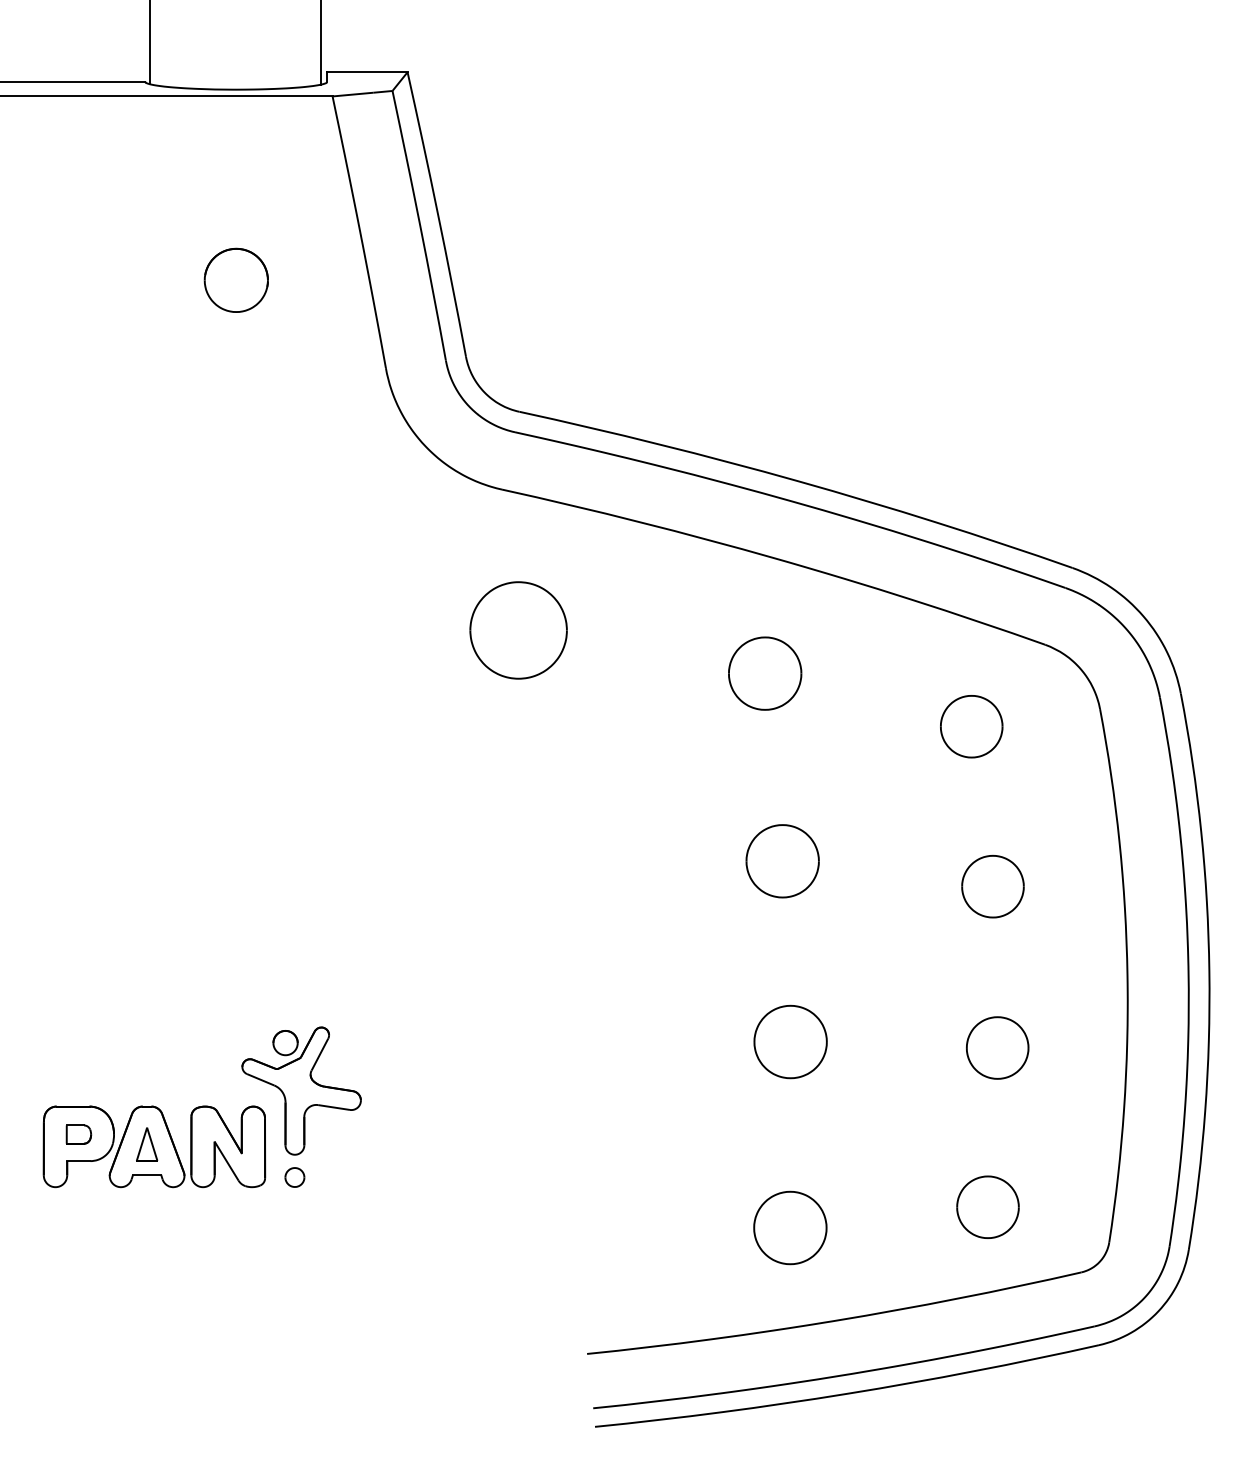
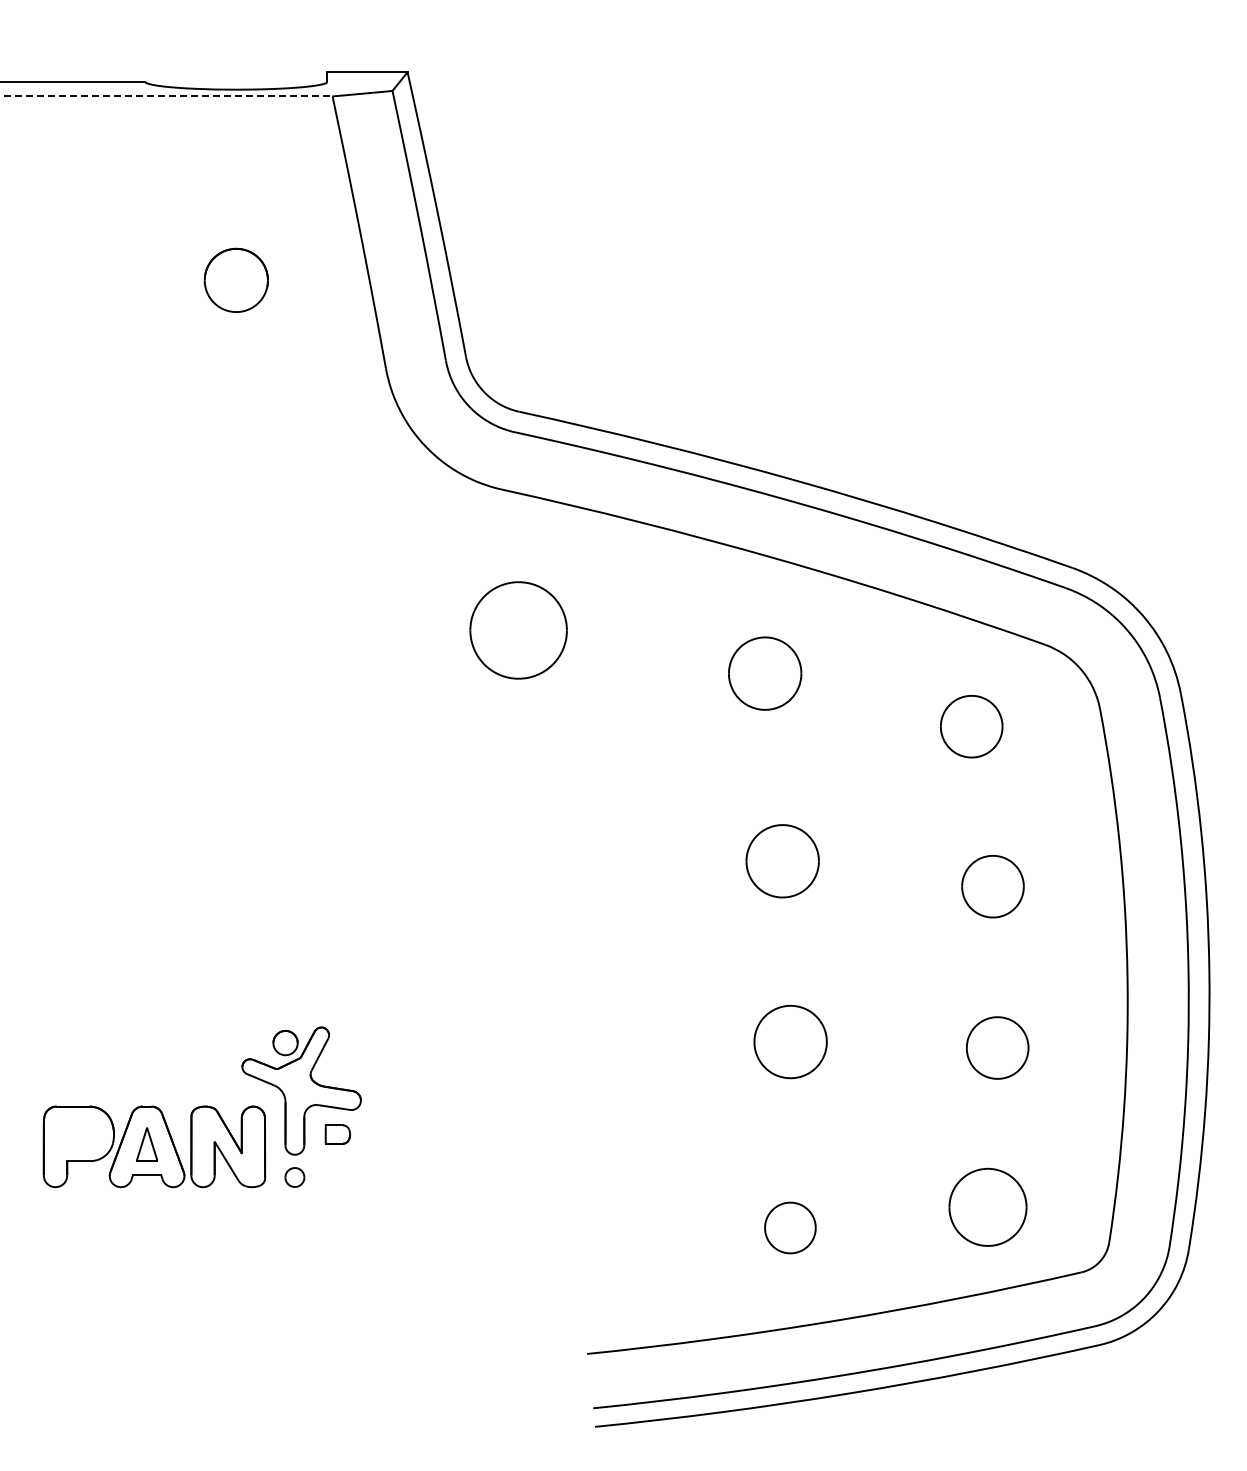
line at (149, 43): present -> none
line at (321, 43): present -> none
line at (166, 96): solid -> dashed
part at (78, 1134) position: (78, 1134) -> (337, 1134)
part at (987, 1206) size: 64x64 px -> 80x80 px
part at (790, 1227) size: 75x76 px -> 53x54 px
